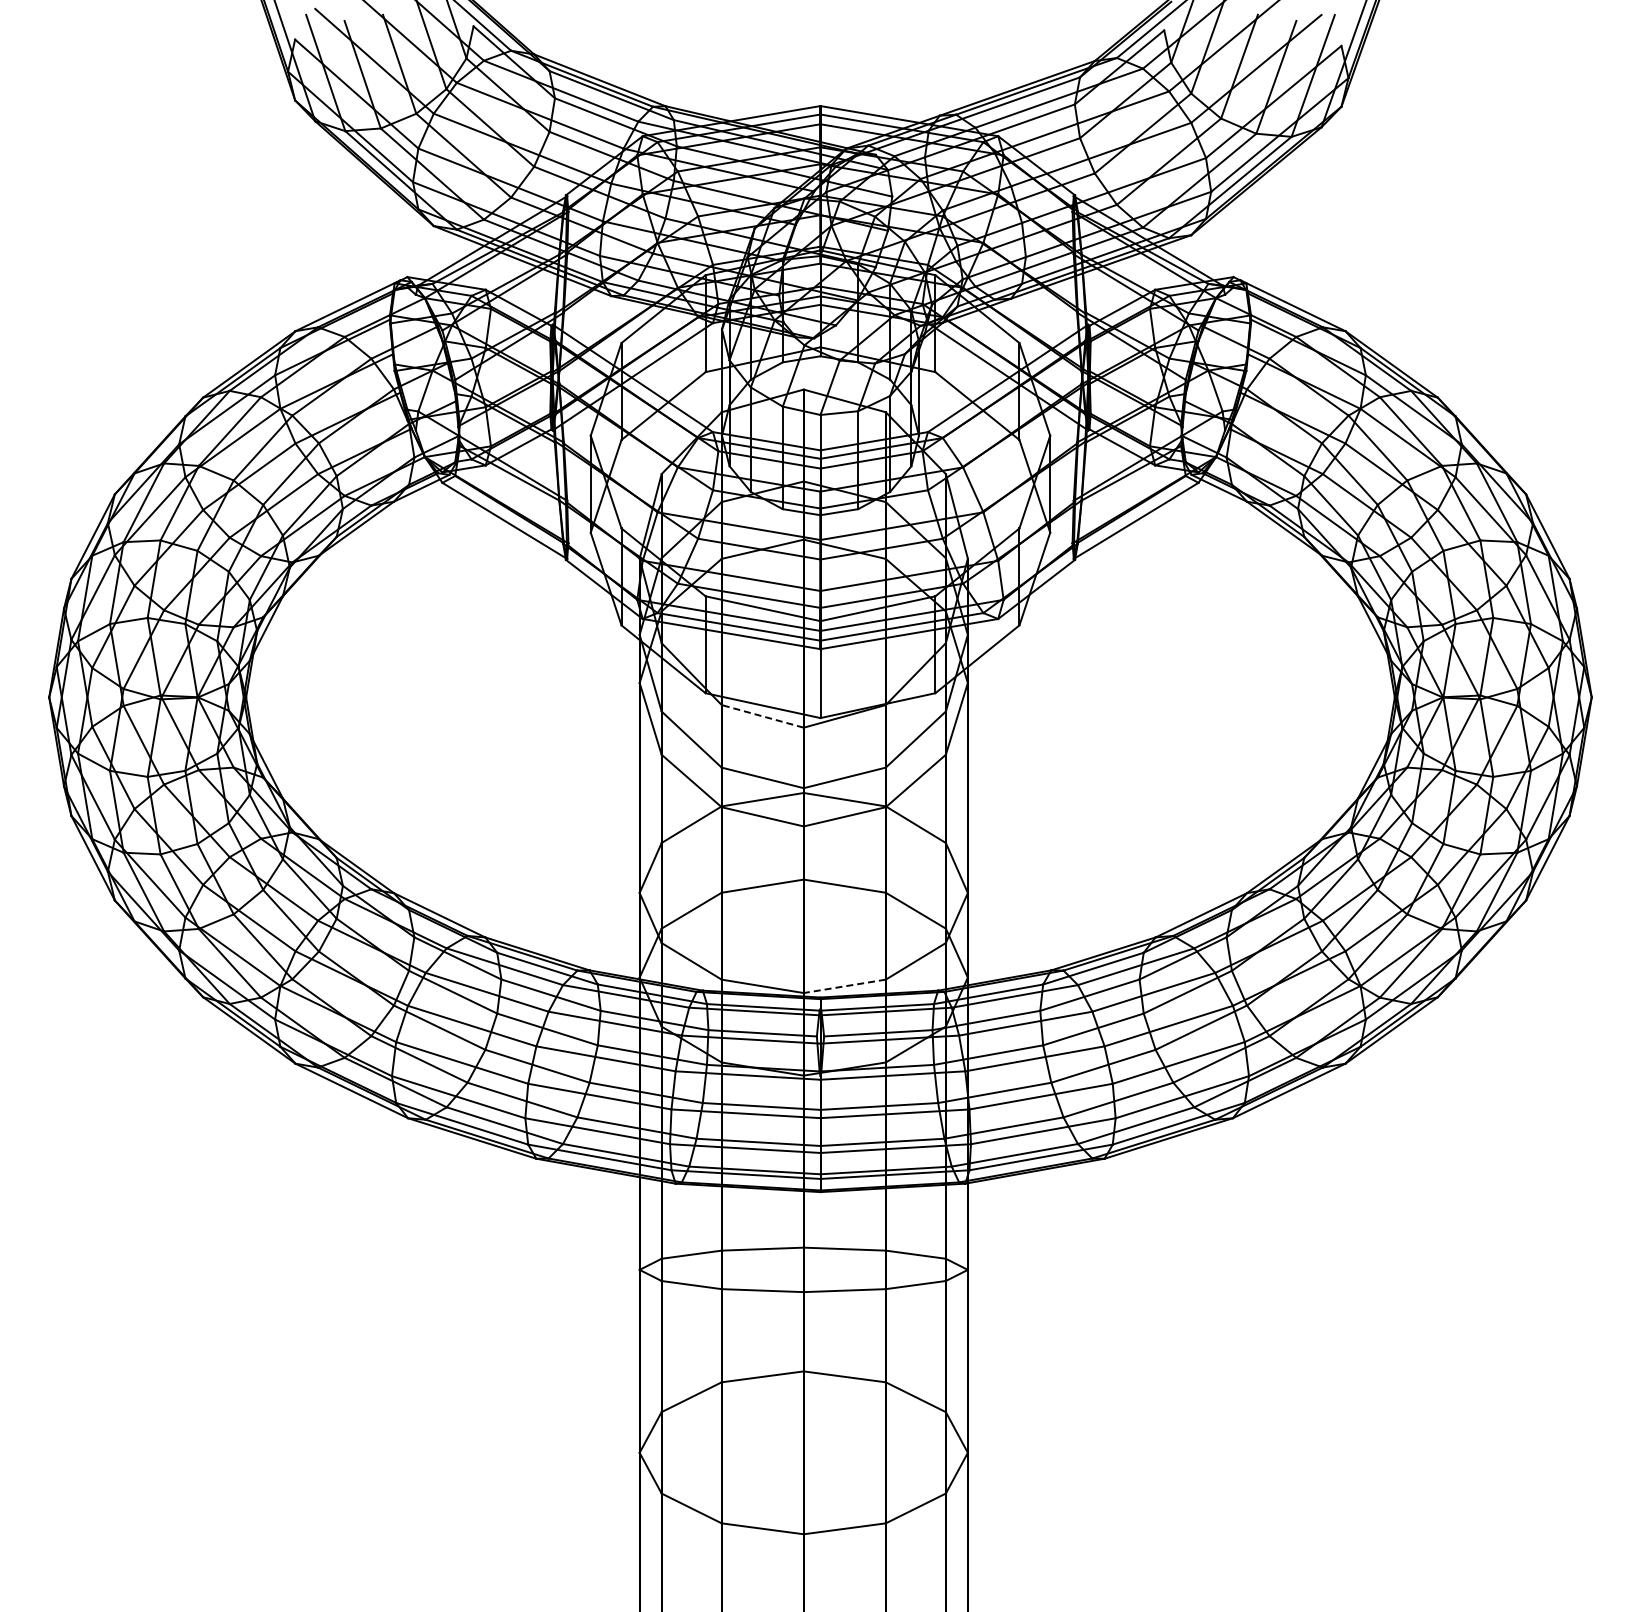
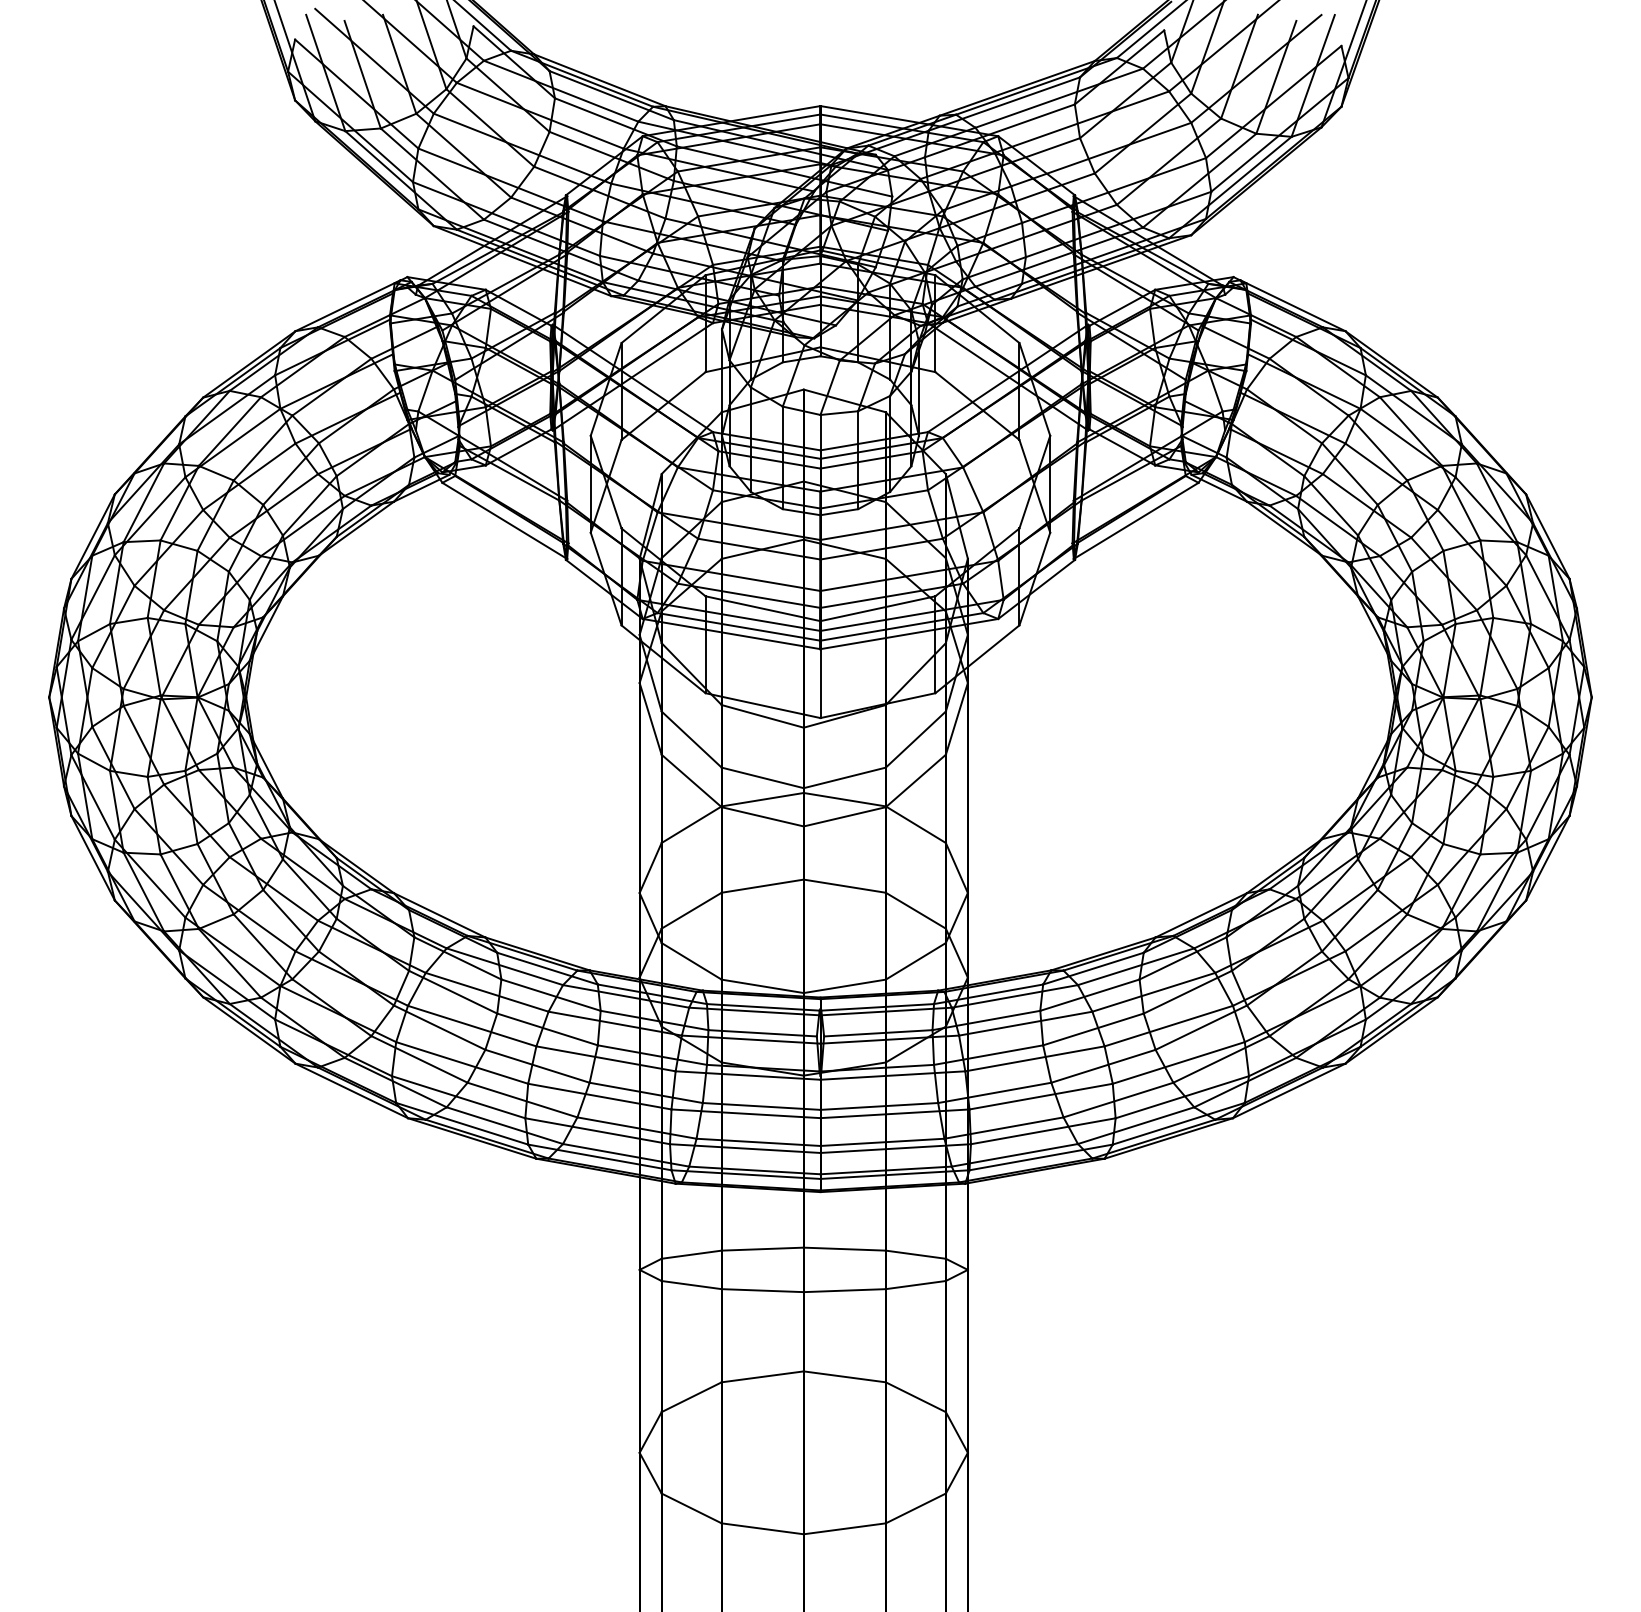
line at (762, 716): dashed -> solid
line at (844, 986): dashed -> solid
